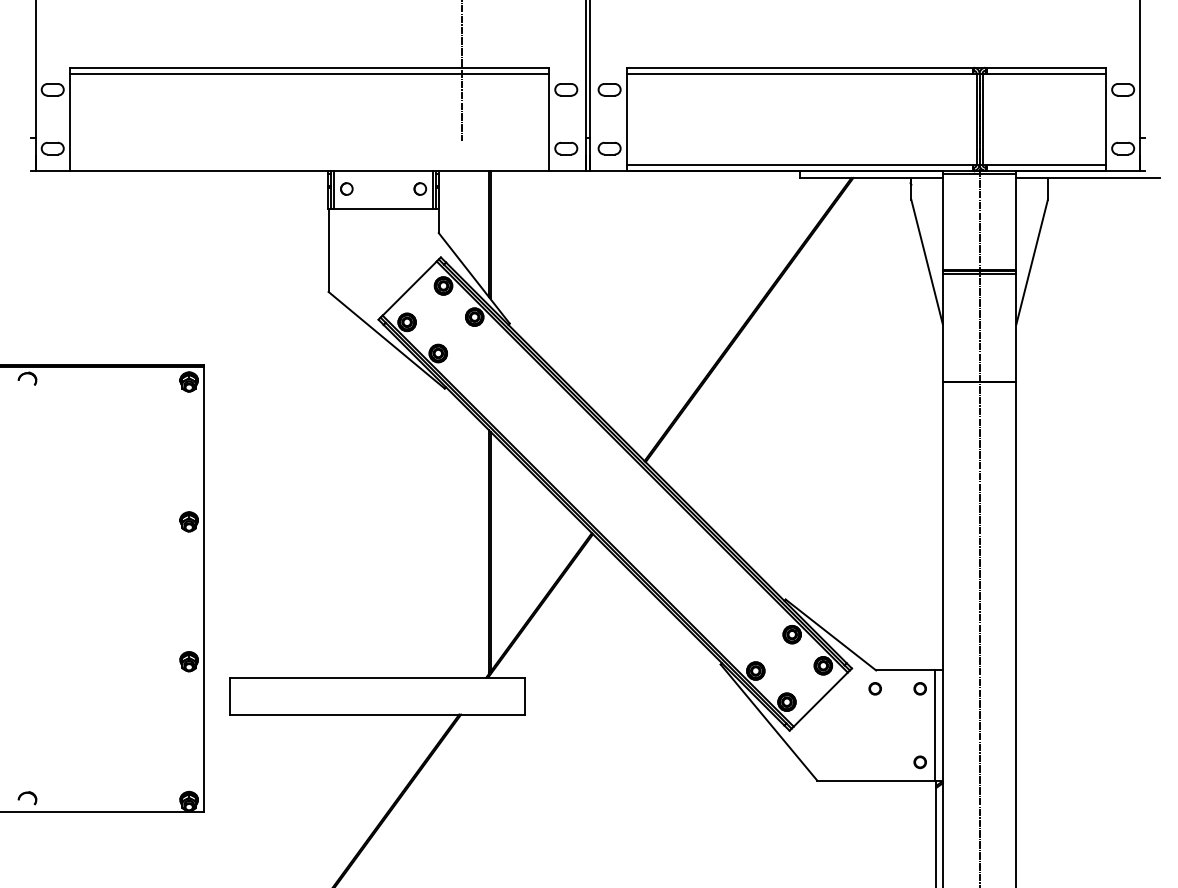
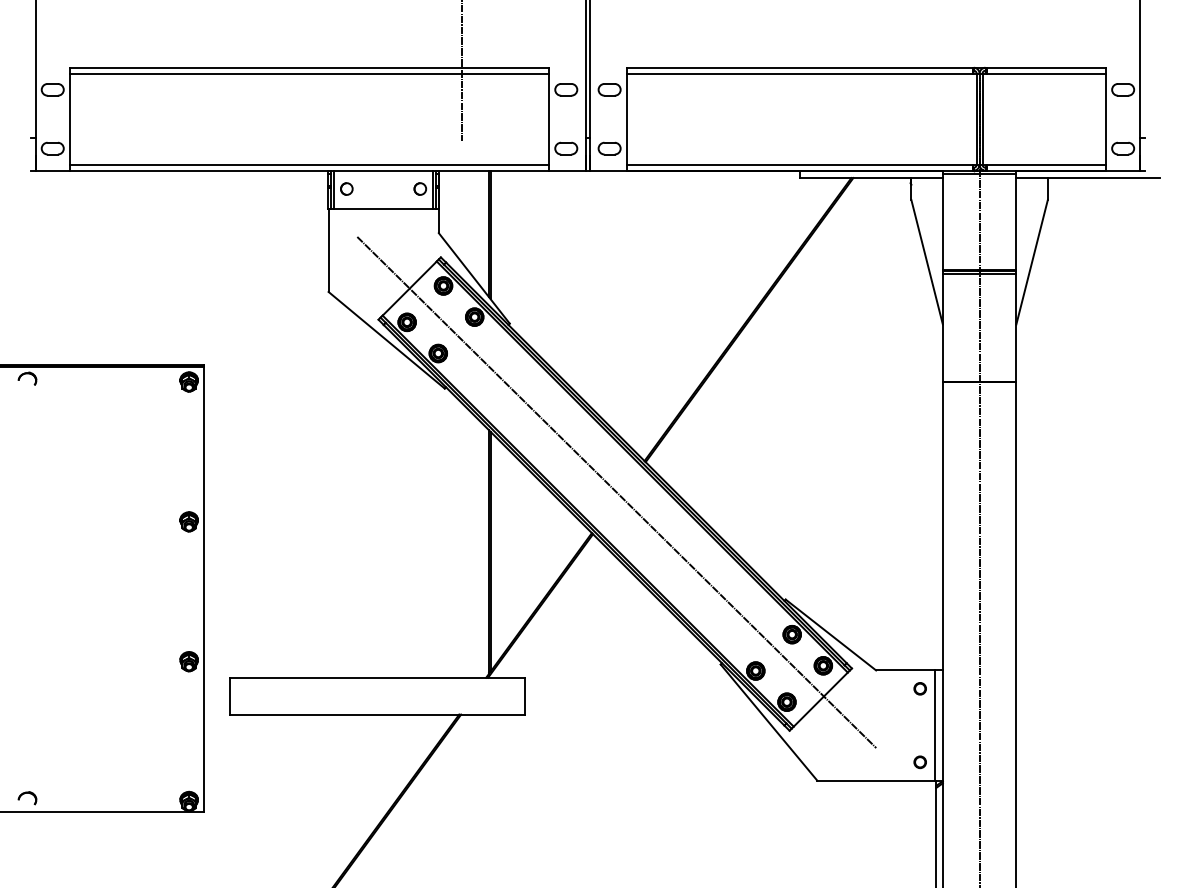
line at (309, 164): none -> present
line at (616, 492): none -> present
circle at (874, 688): present -> none
